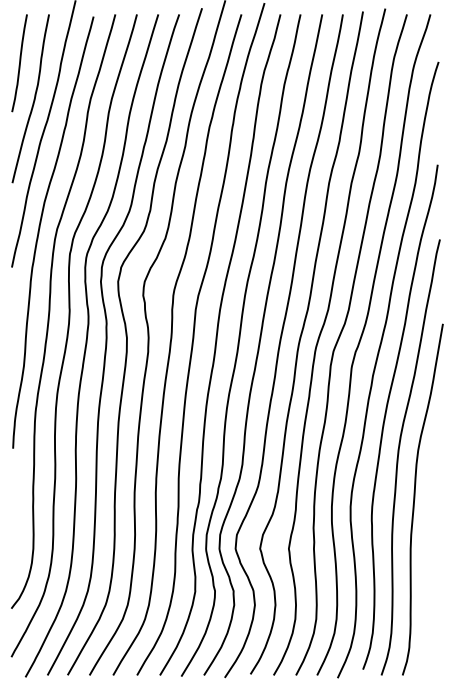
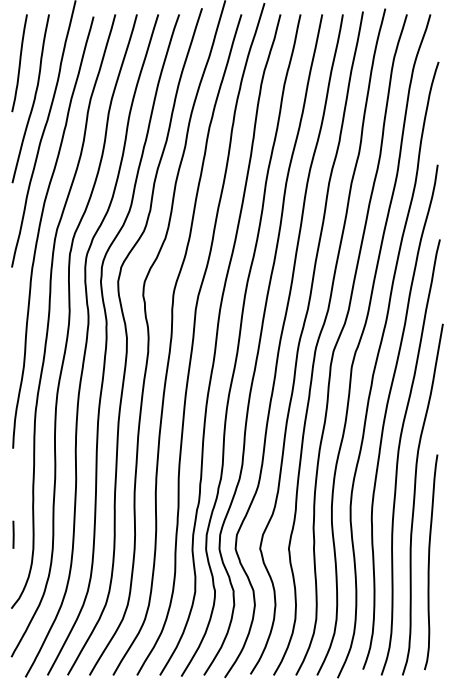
line at (13, 534): none -> present
curve at (429, 562): none -> present
